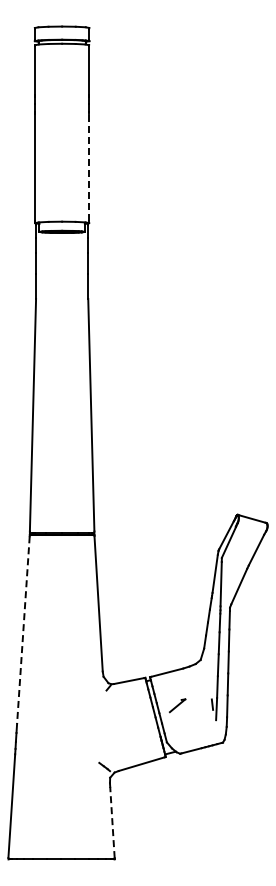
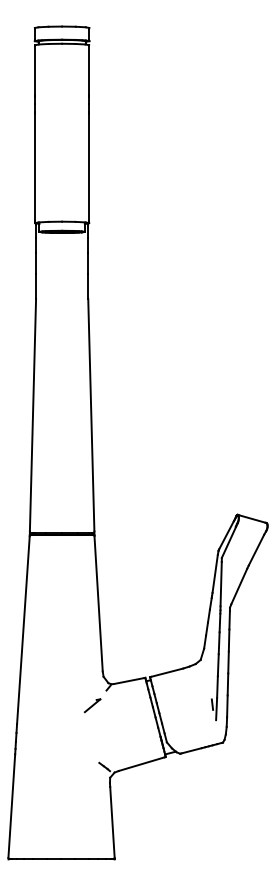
line at (89, 167): dashed -> solid
line at (23, 630): dashed -> solid
part at (177, 705) position: (177, 705) -> (92, 705)
line at (112, 822): dashed -> solid
